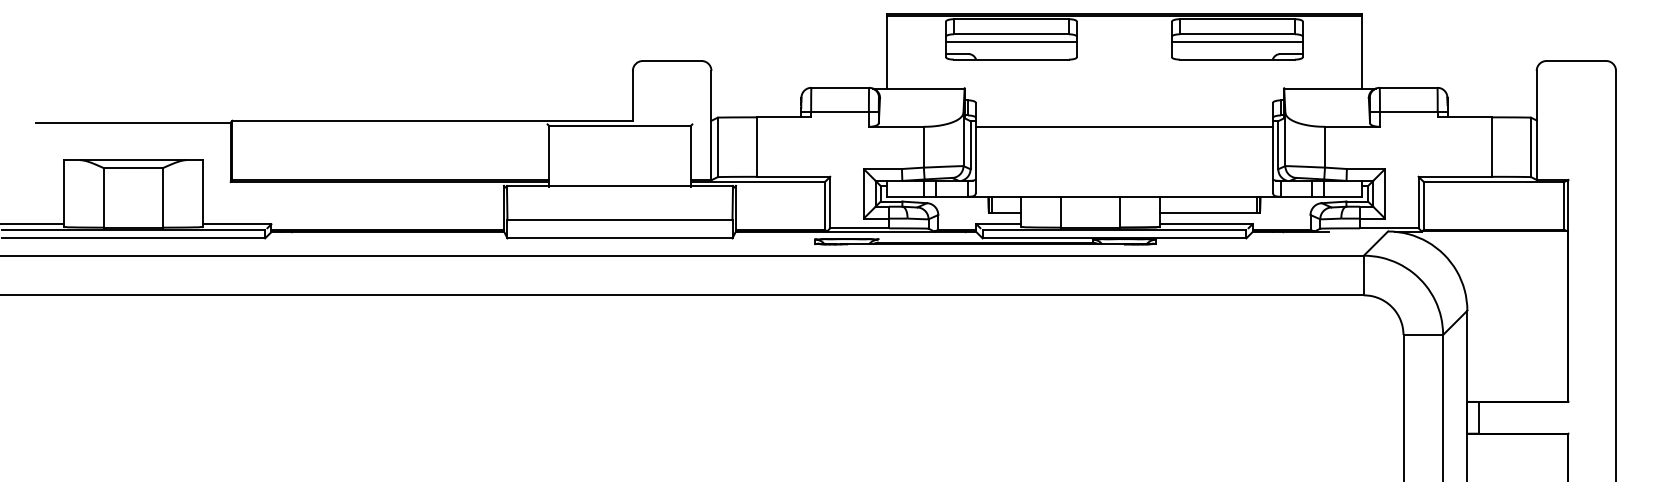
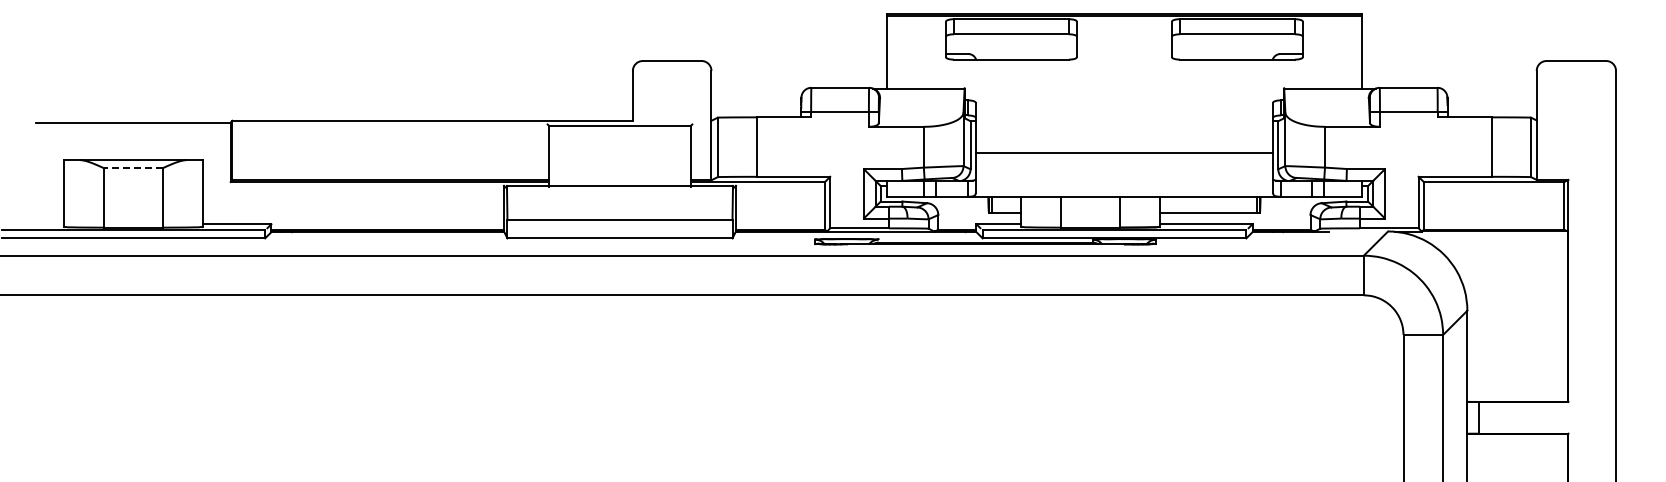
line at (1011, 42): present -> none
line at (1237, 42): present -> none
line at (1124, 127) position: (1124, 127) -> (1124, 153)
line at (133, 168): solid -> dashed
line at (32, 224): present -> none
